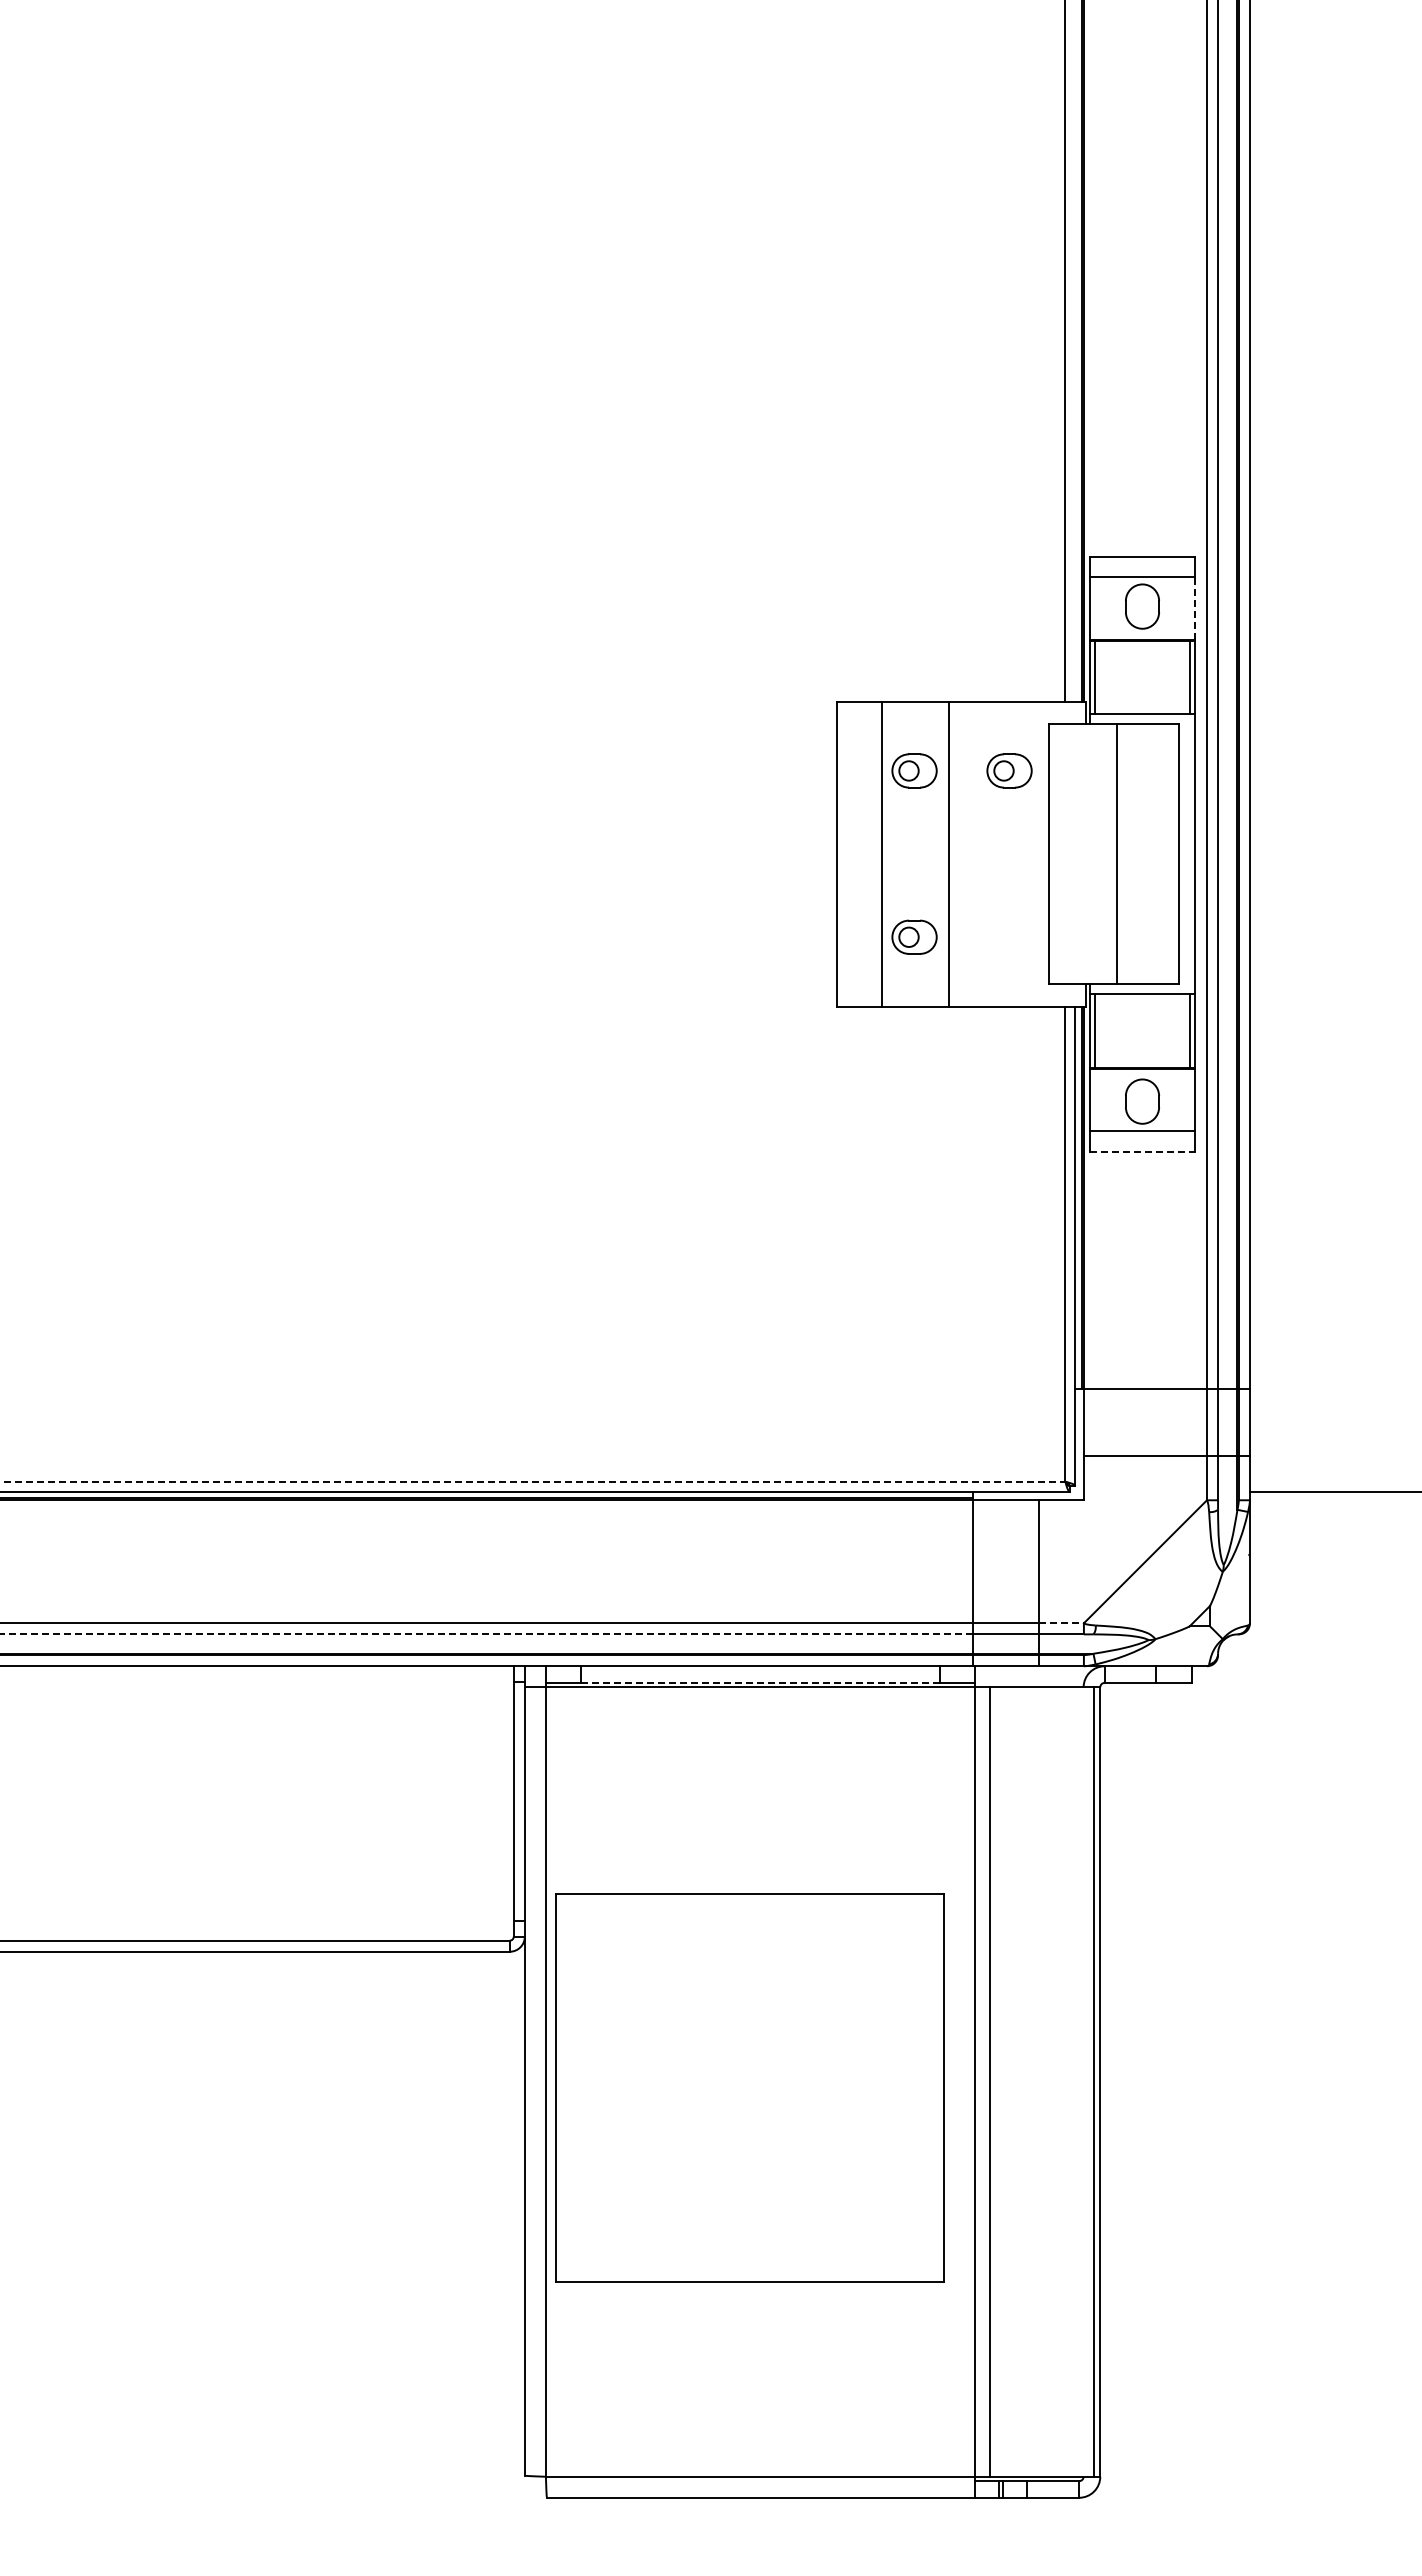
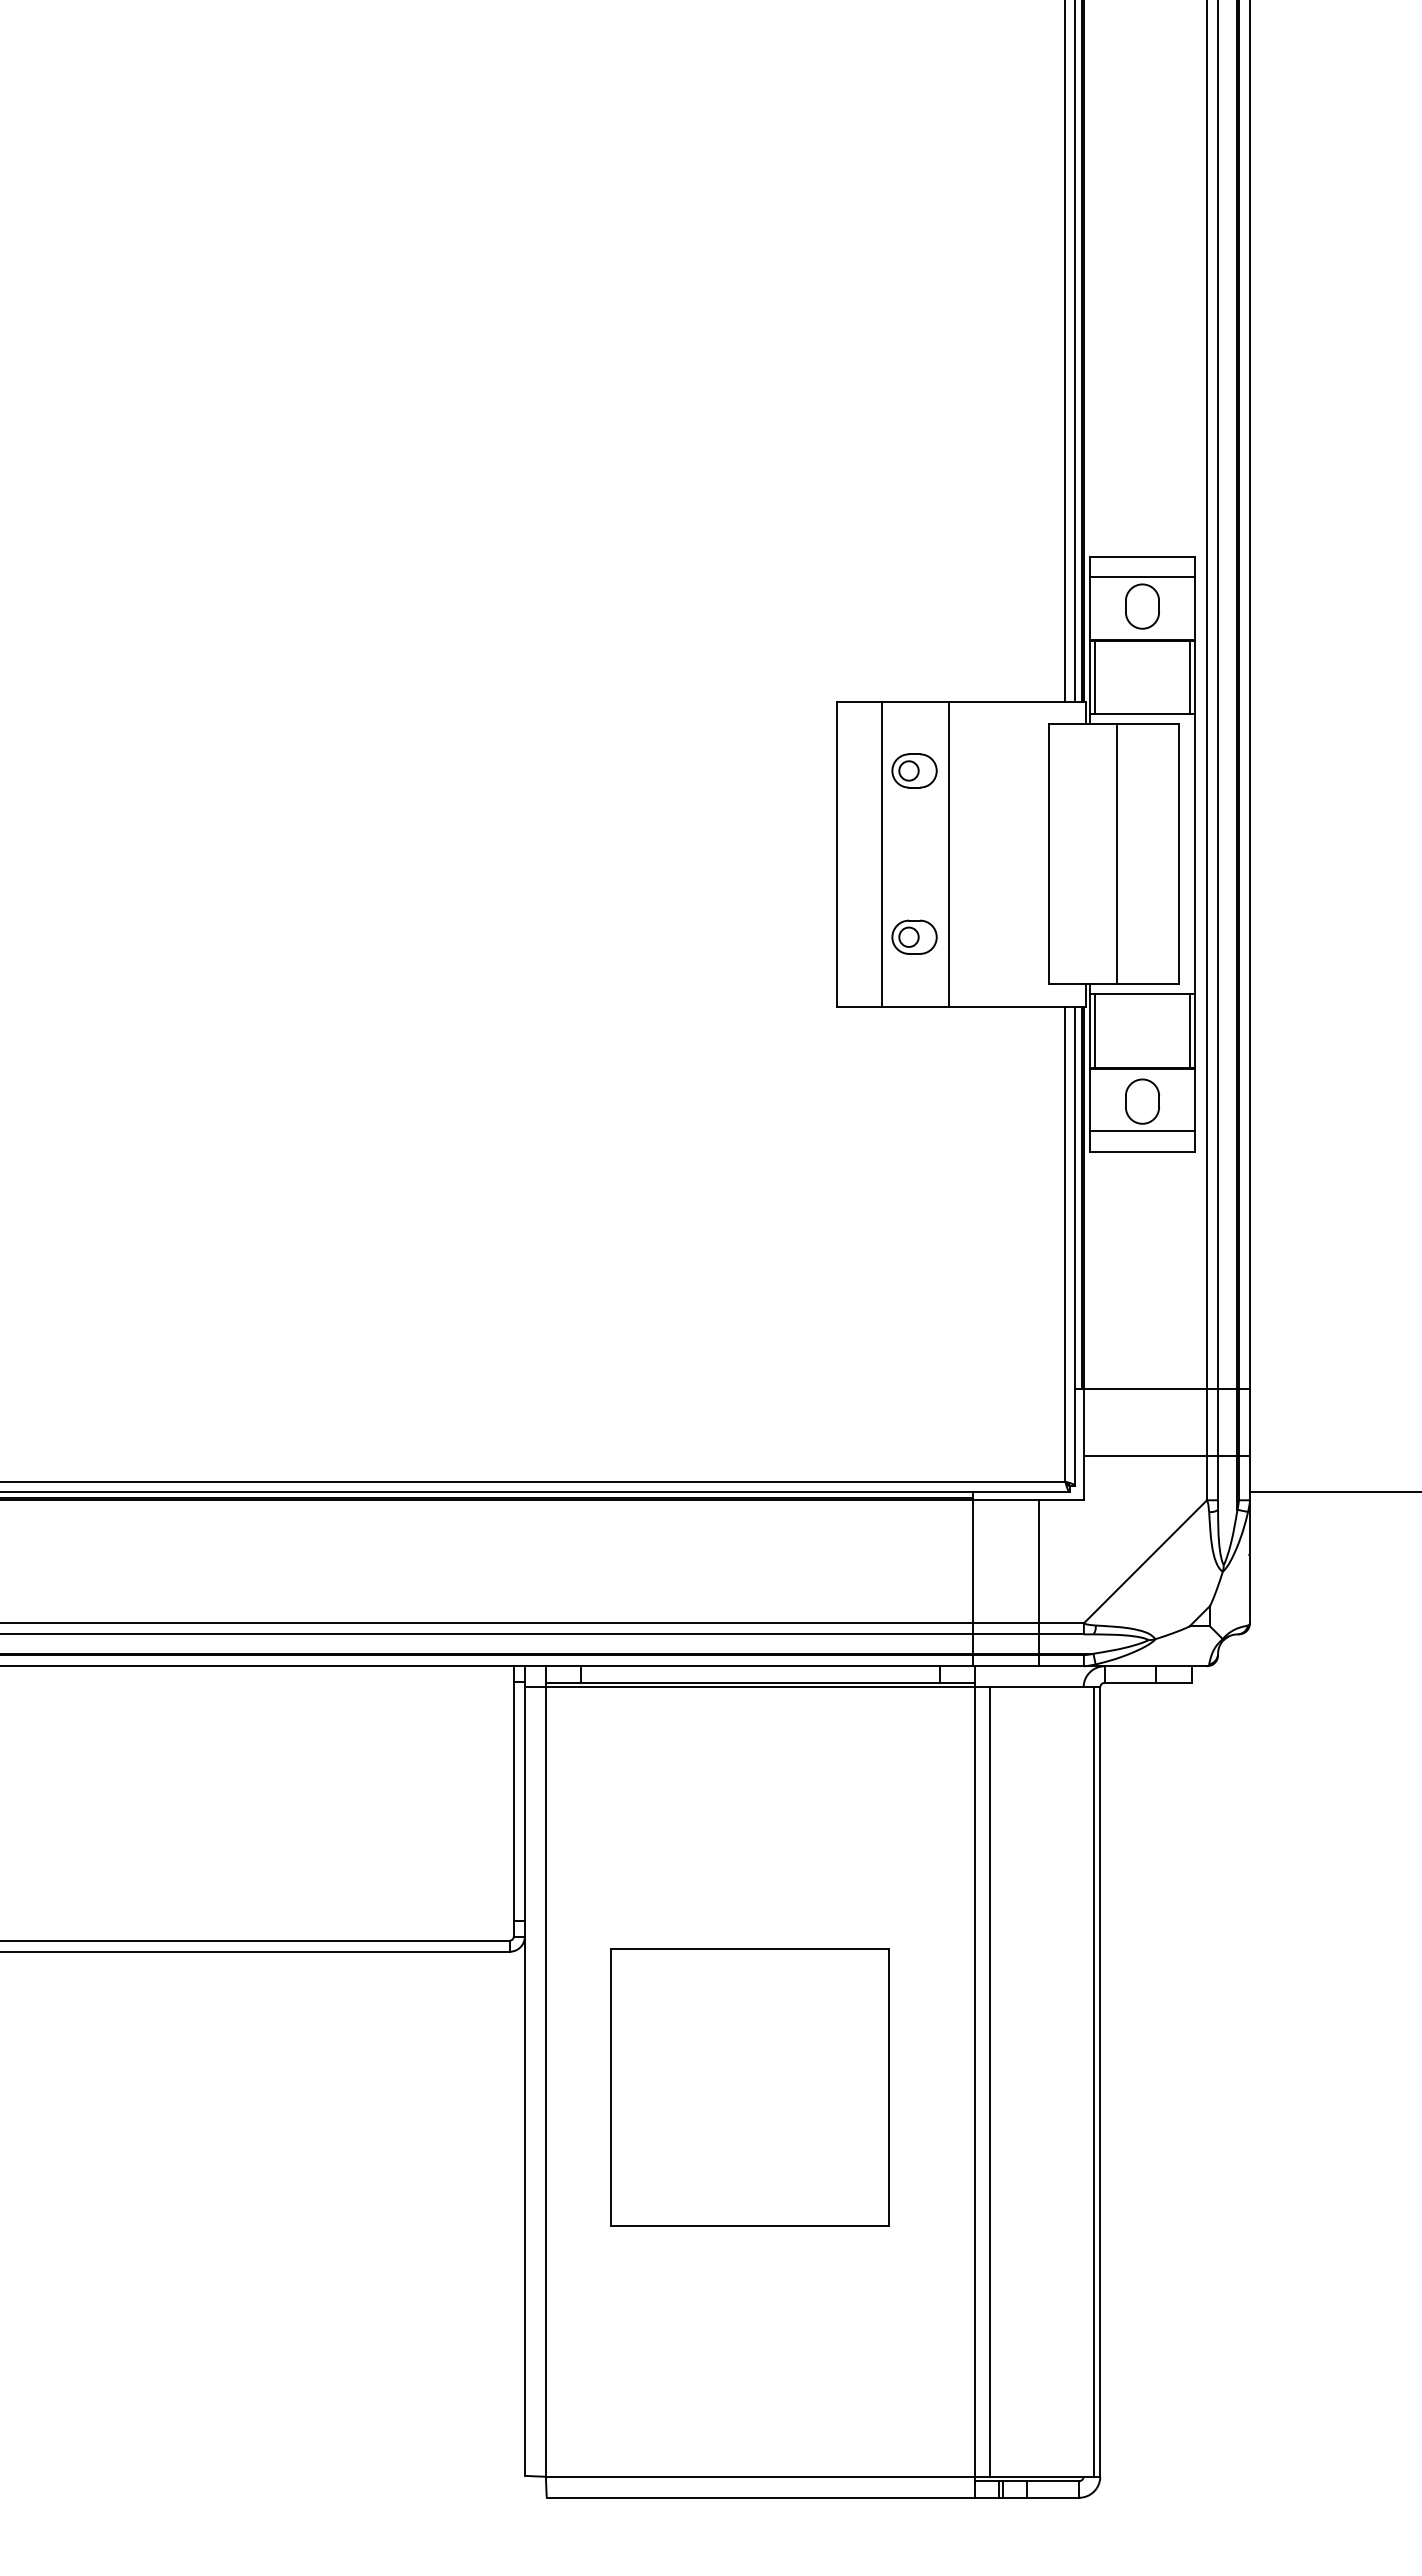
line at (1075, 351): none -> present
line at (1195, 608): dashed -> solid
part at (1009, 770): present -> none
line at (1142, 1151): dashed -> solid
line at (533, 1481): dashed -> solid
line at (1062, 1623): dashed -> solid
line at (486, 1634): dashed -> solid
line at (760, 1682): dashed -> solid
part at (749, 2087) size: 390x390 px -> 280x279 px
